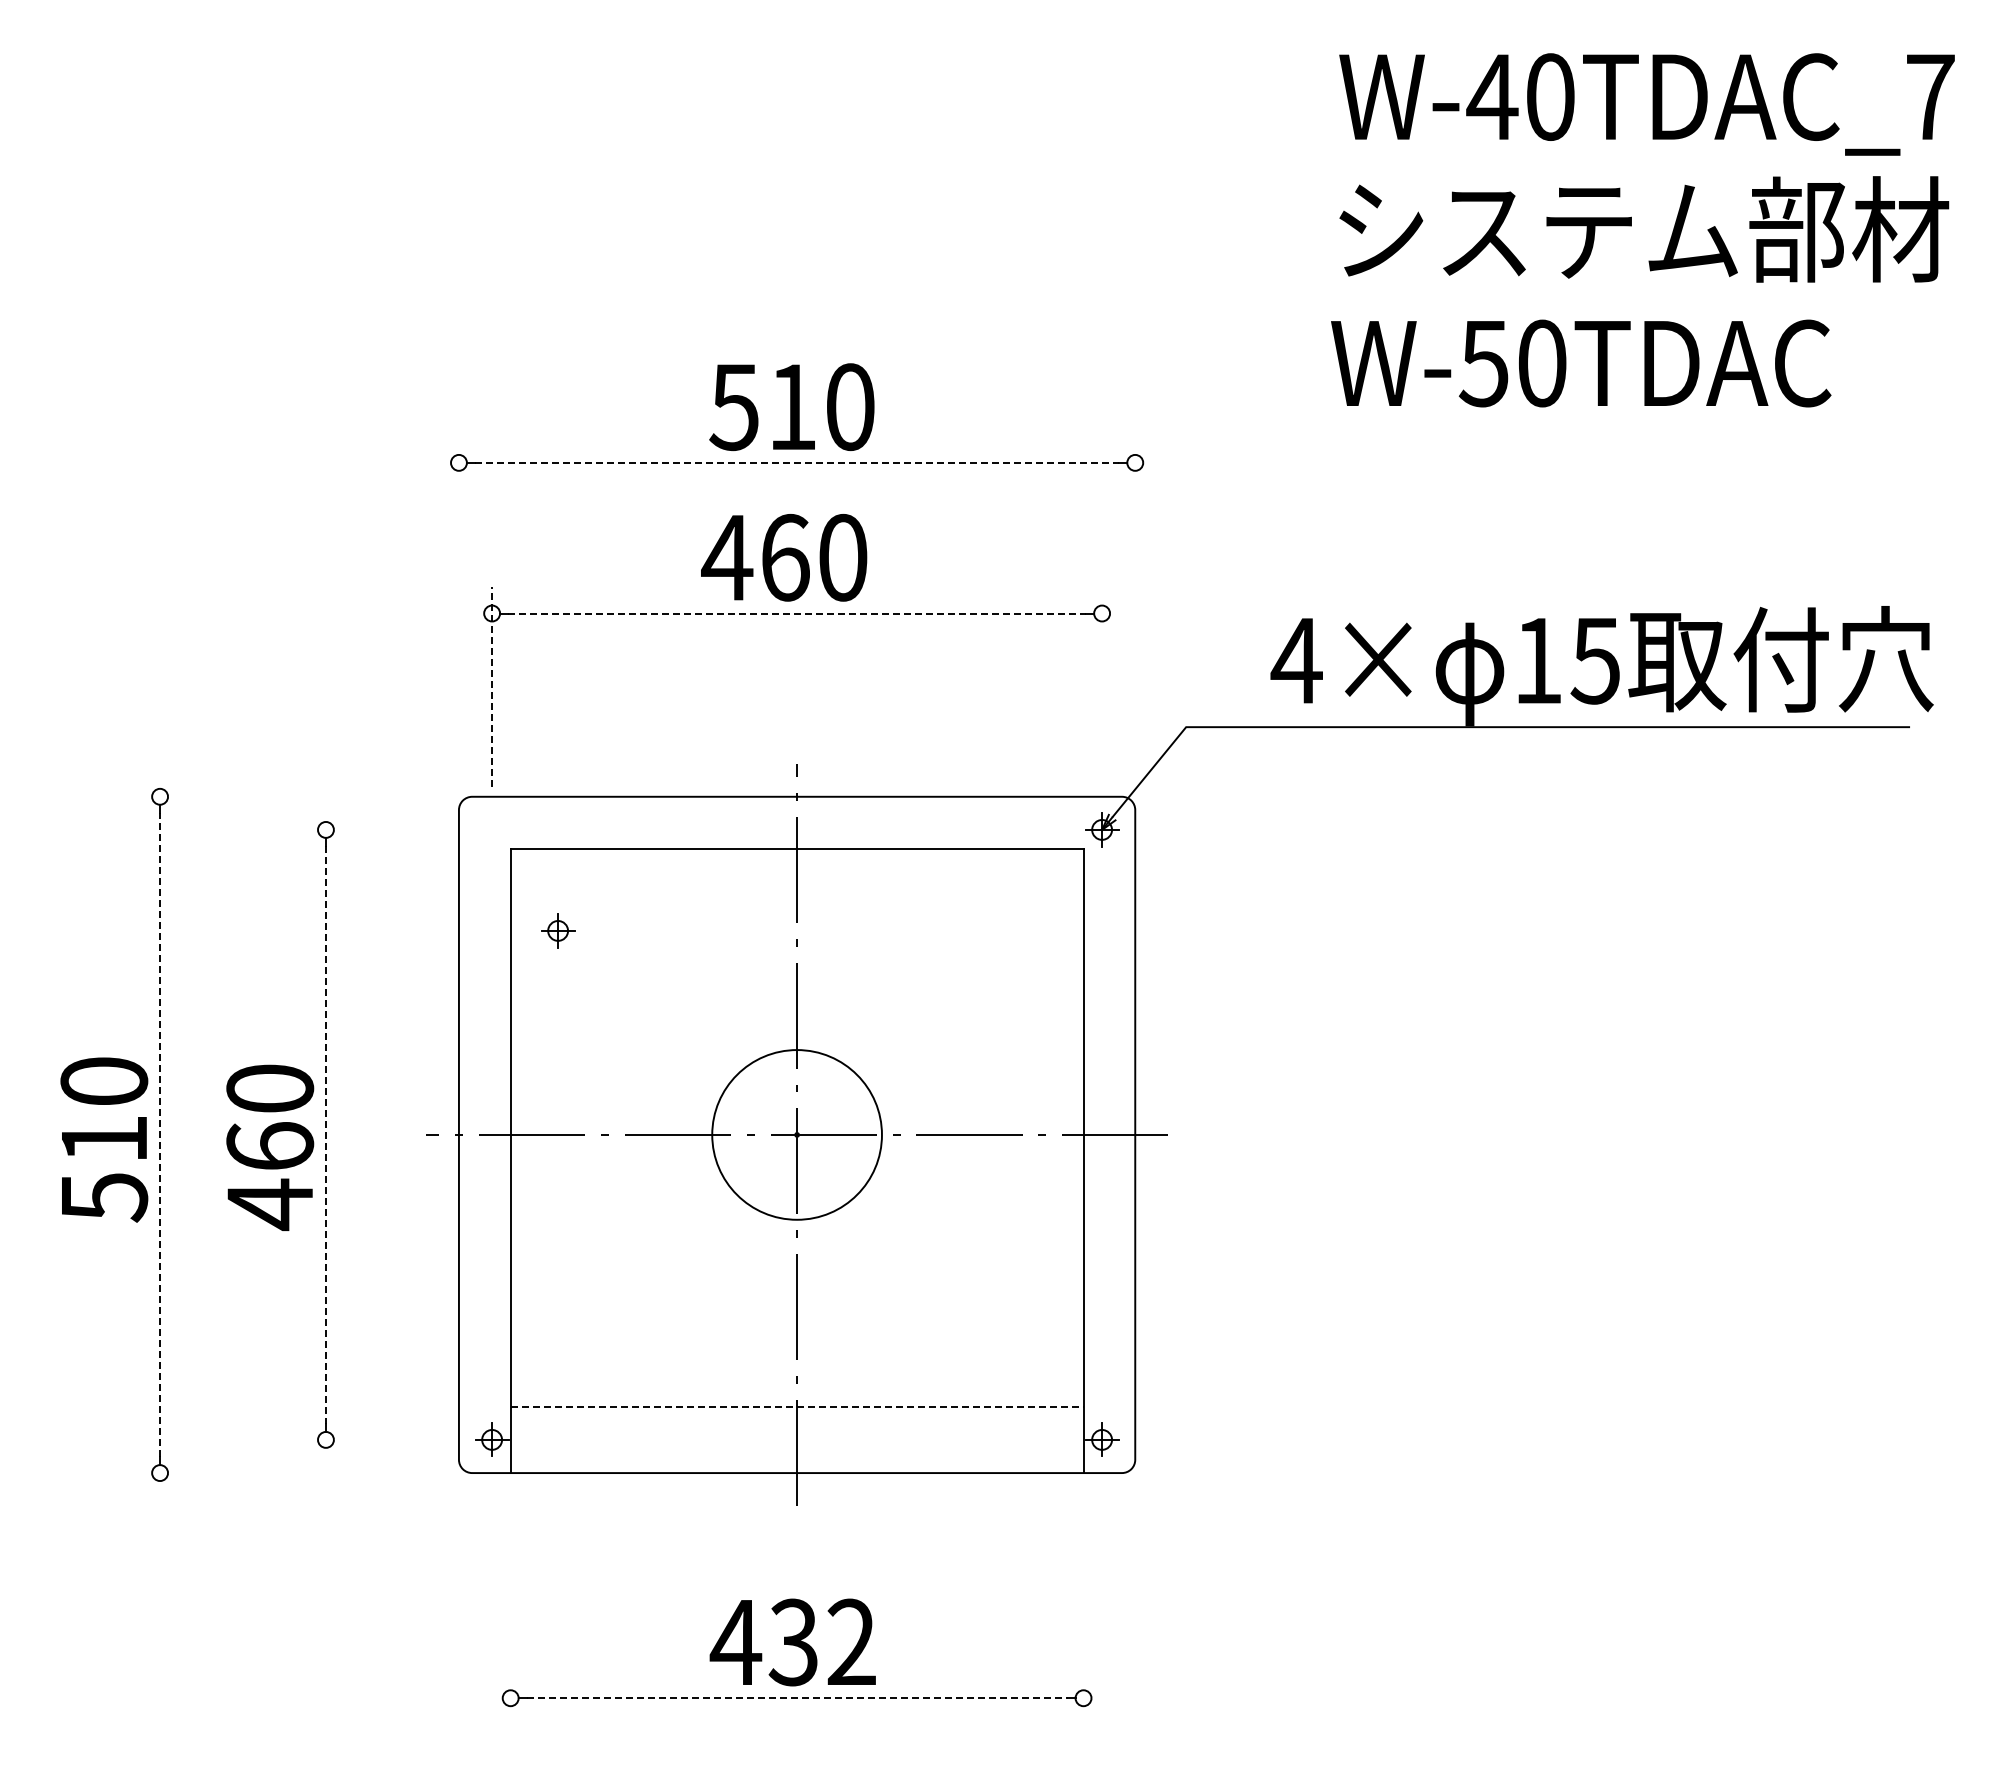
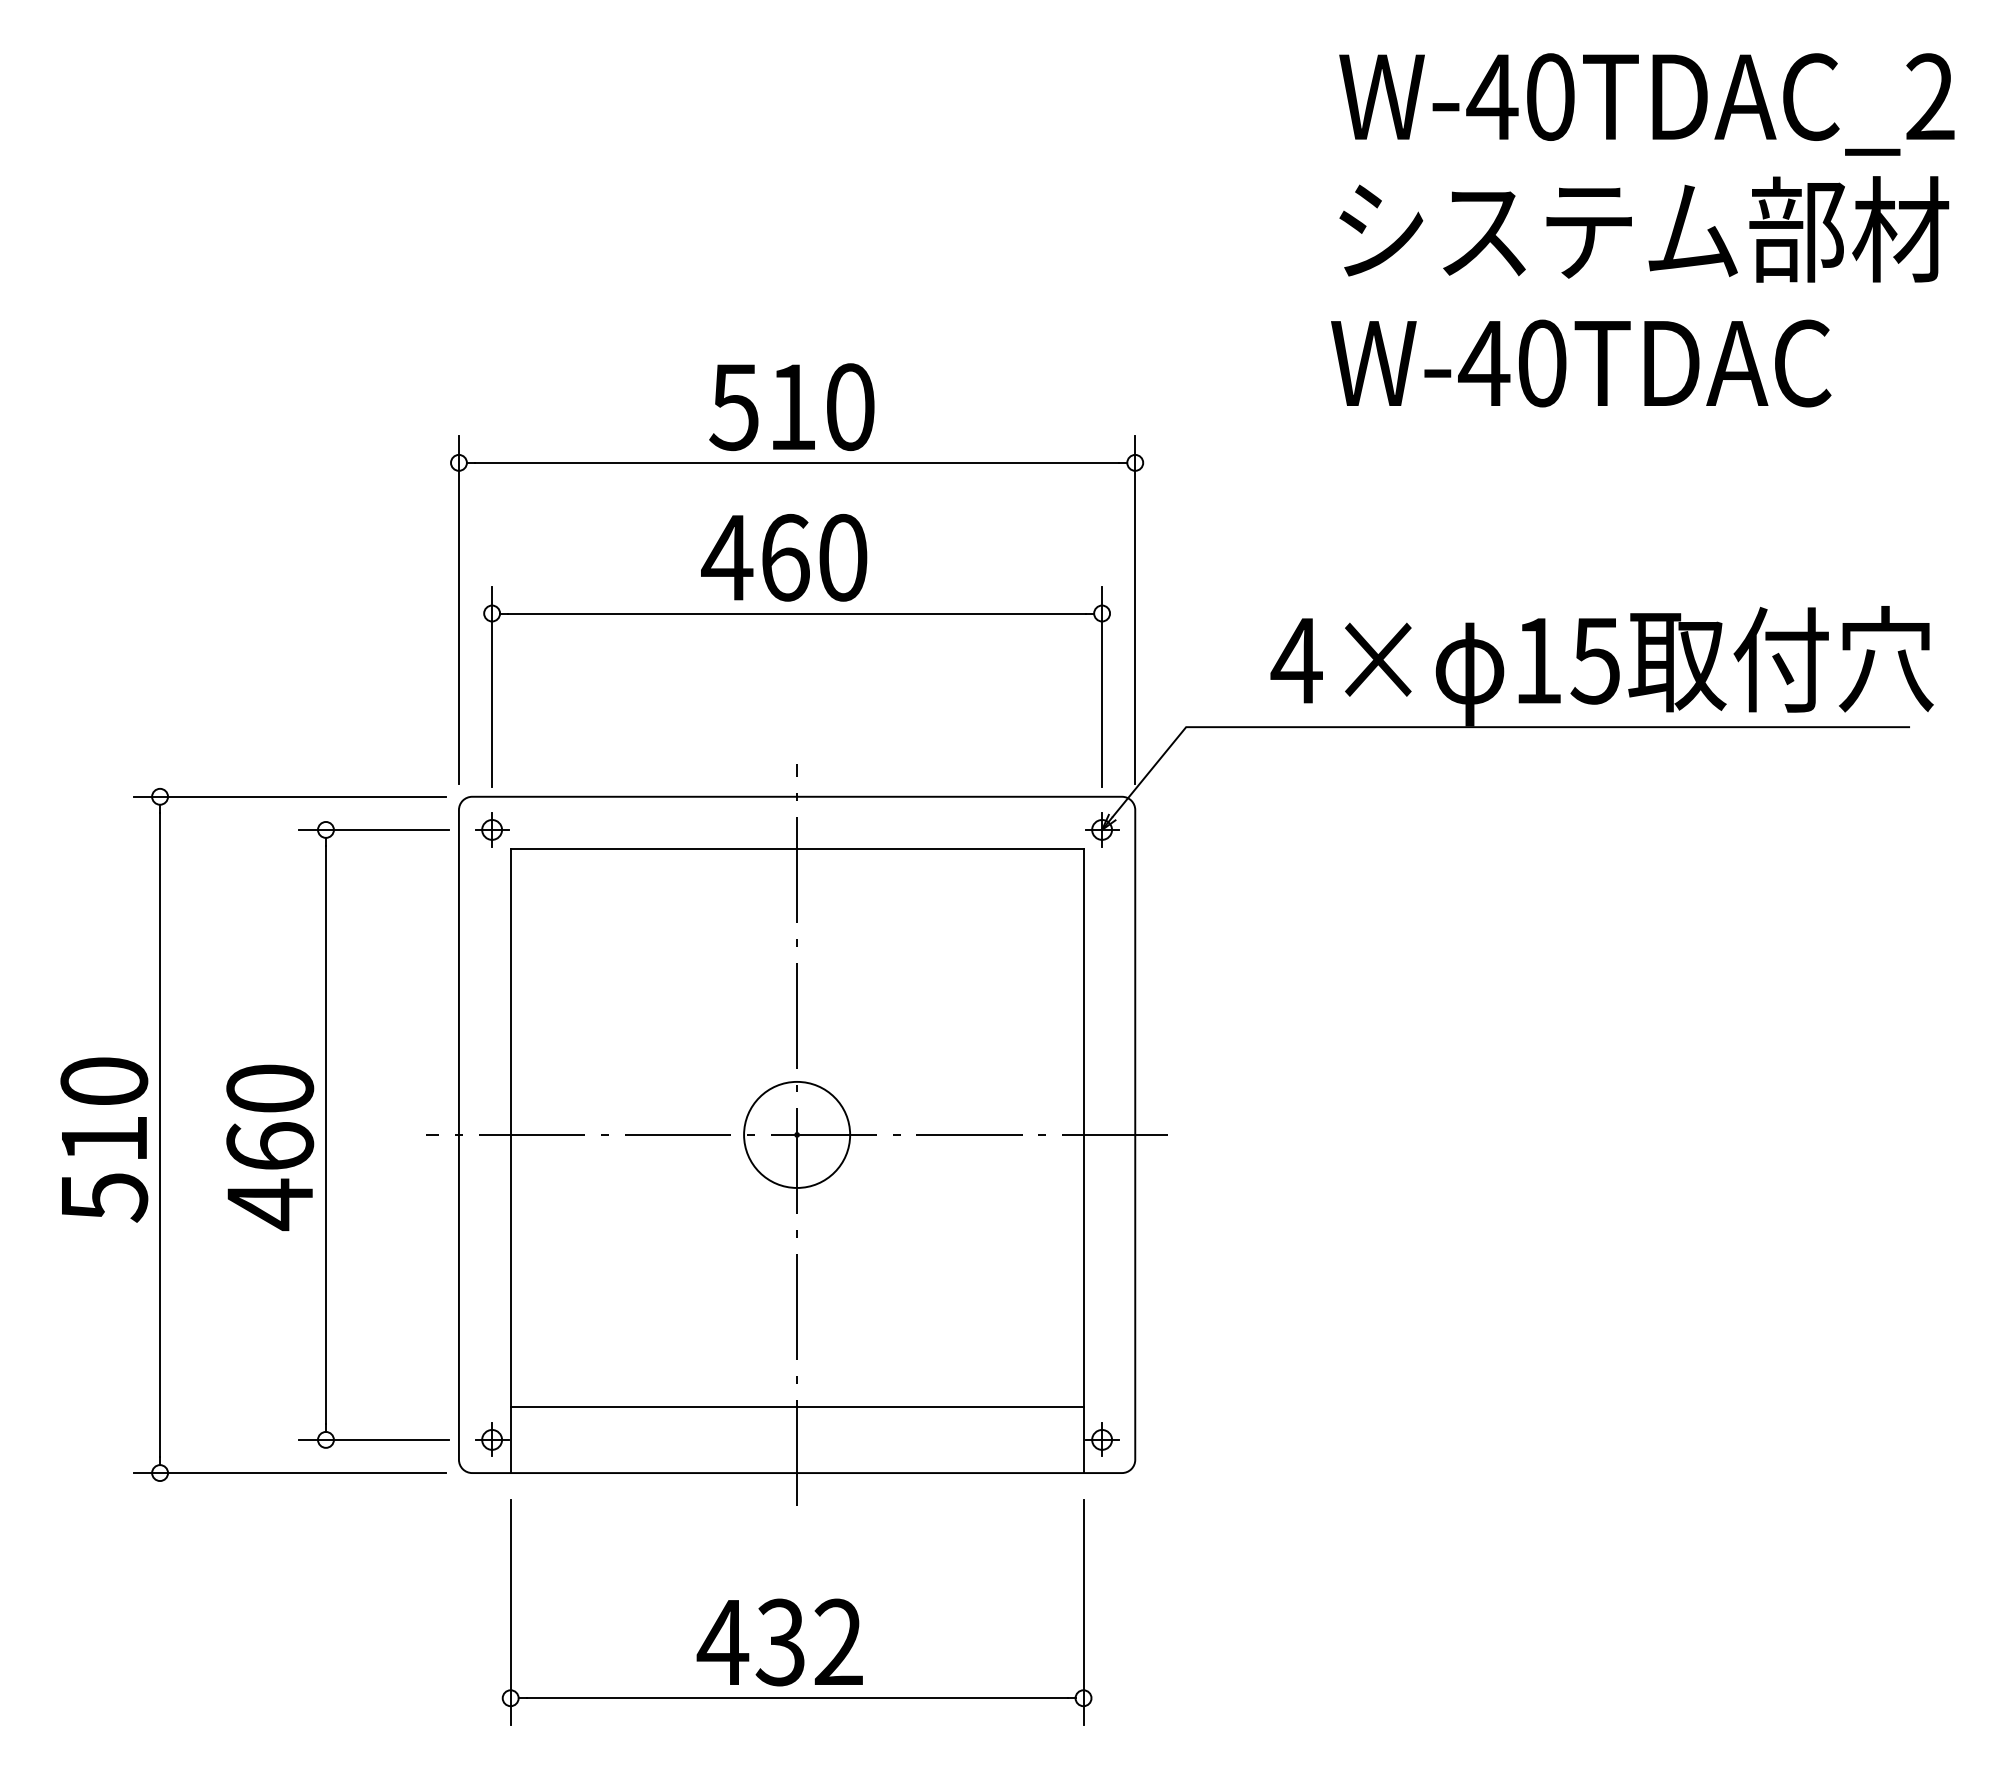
text at (1930, 96): W-40TDAC_7 -> W-40TDAC_2
text at (1484, 364): W-50TDAC -> W-40TDAC
line at (797, 462): dashed -> solid
line at (458, 609): none -> present
line at (1135, 609): none -> present
line at (797, 613): dashed -> solid
line at (492, 686): dashed -> solid
line at (1102, 686): none -> present
line at (289, 796): none -> present
line at (374, 829): none -> present
part at (558, 930) position: (558, 930) -> (492, 829)
line at (160, 1134): dashed -> solid
circle at (796, 1134) diameter: 170 px -> 106 px
line at (325, 1135): dashed -> solid
line at (797, 1406): dashed -> solid
line at (374, 1439): none -> present
line at (289, 1473): none -> present
line at (510, 1611): none -> present
line at (1083, 1611): none -> present
text at (792, 1642) position: (792, 1642) -> (779, 1642)
line at (797, 1698): dashed -> solid
